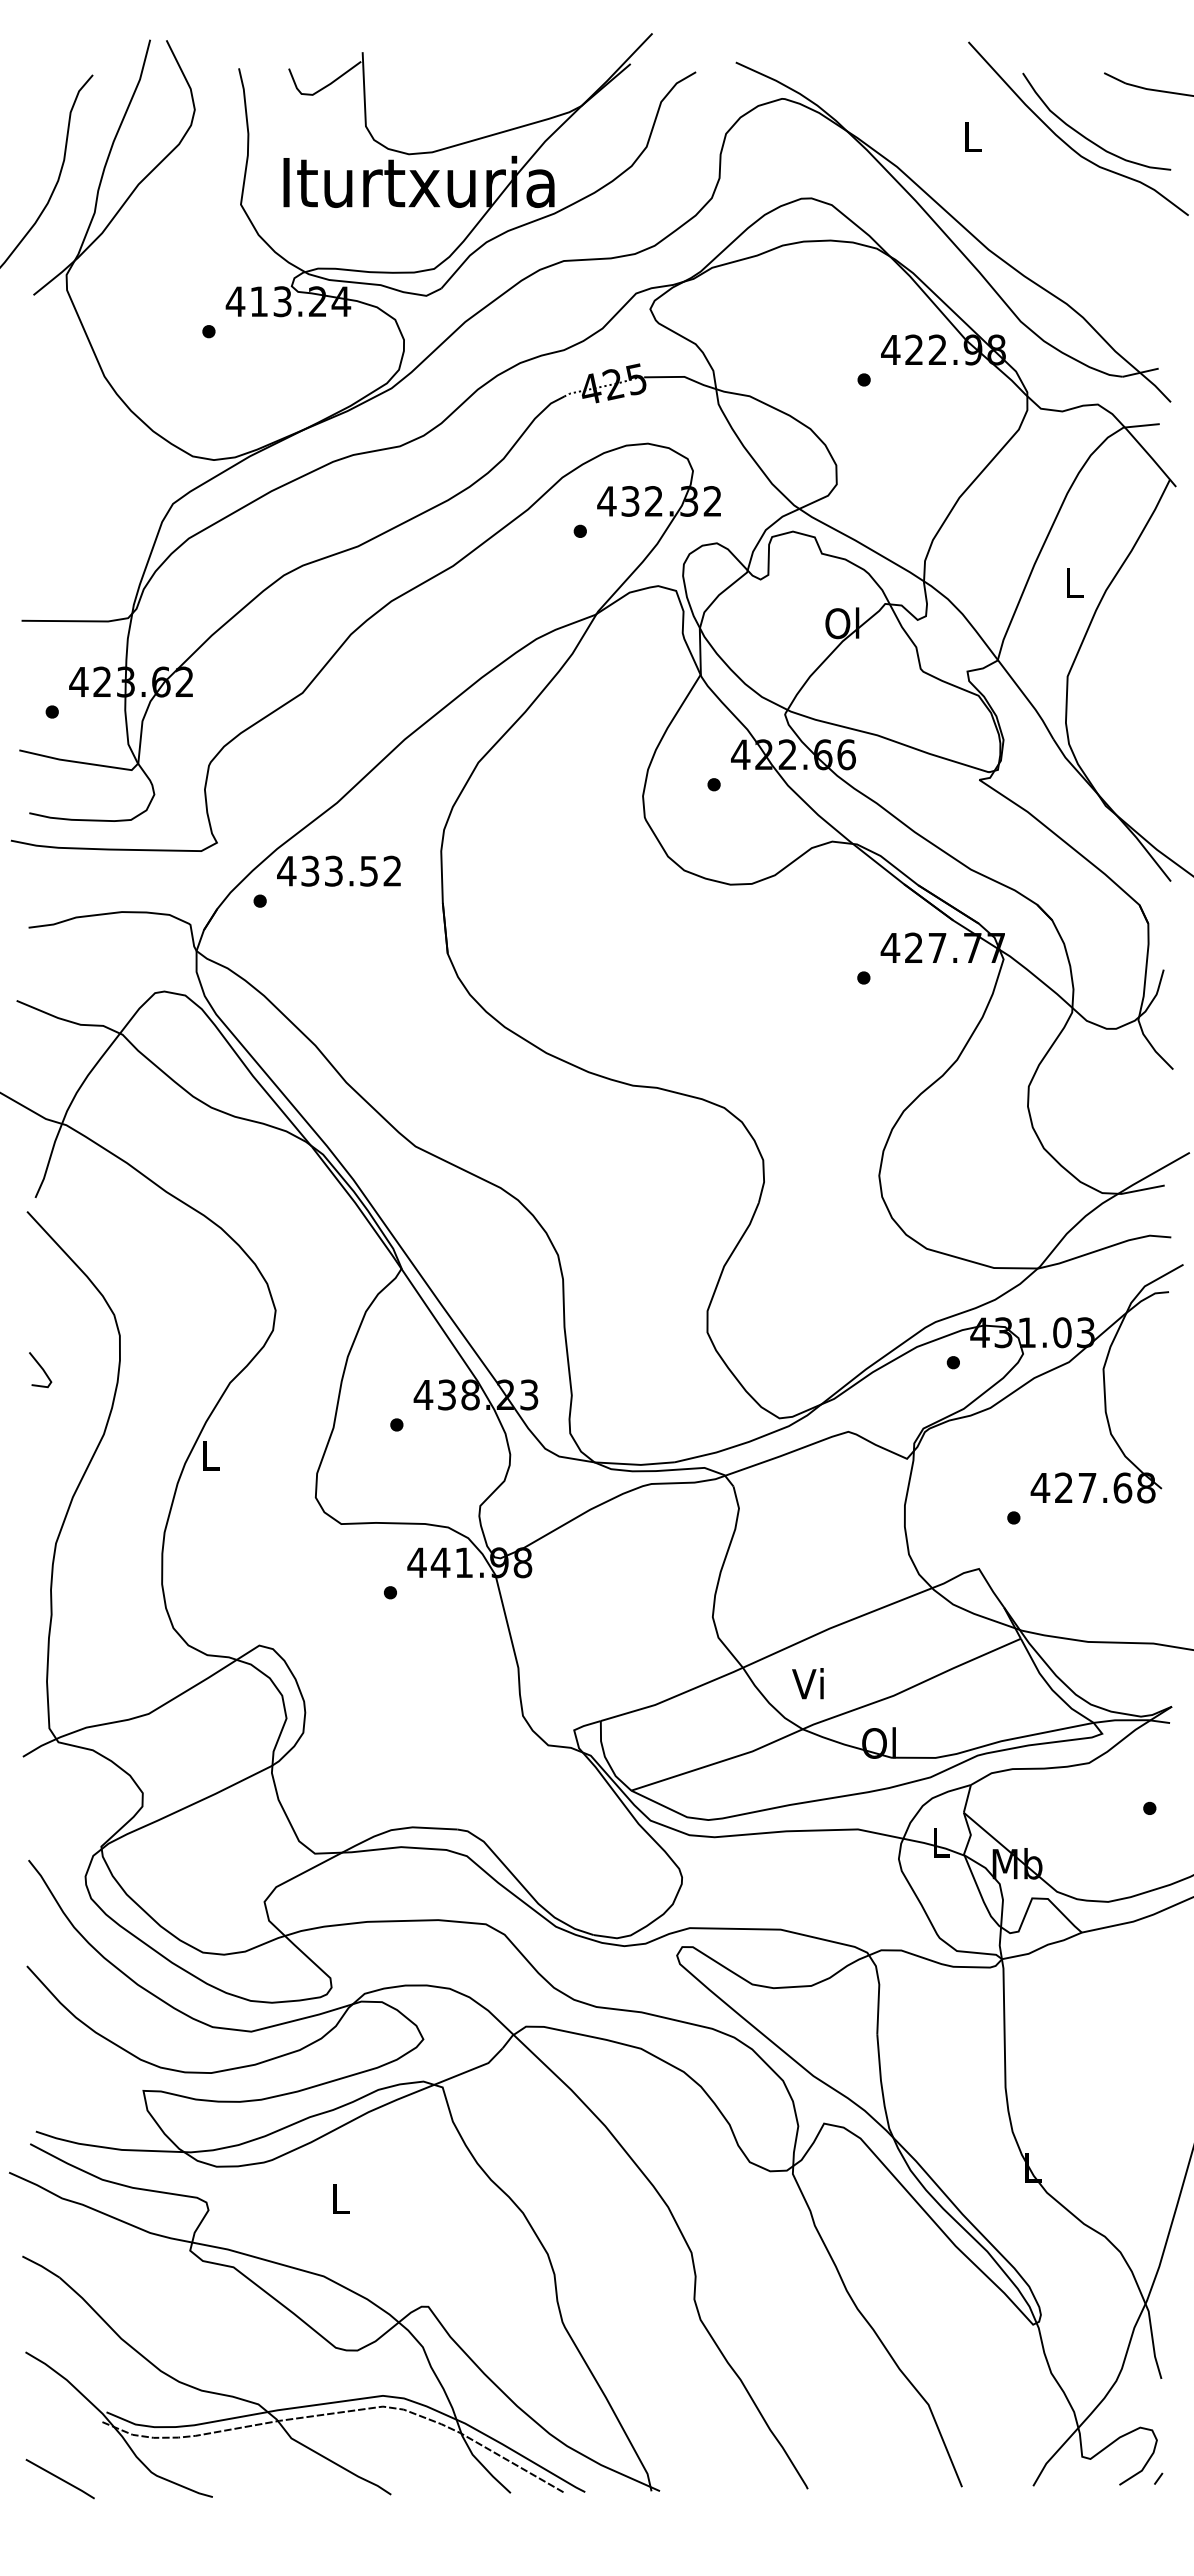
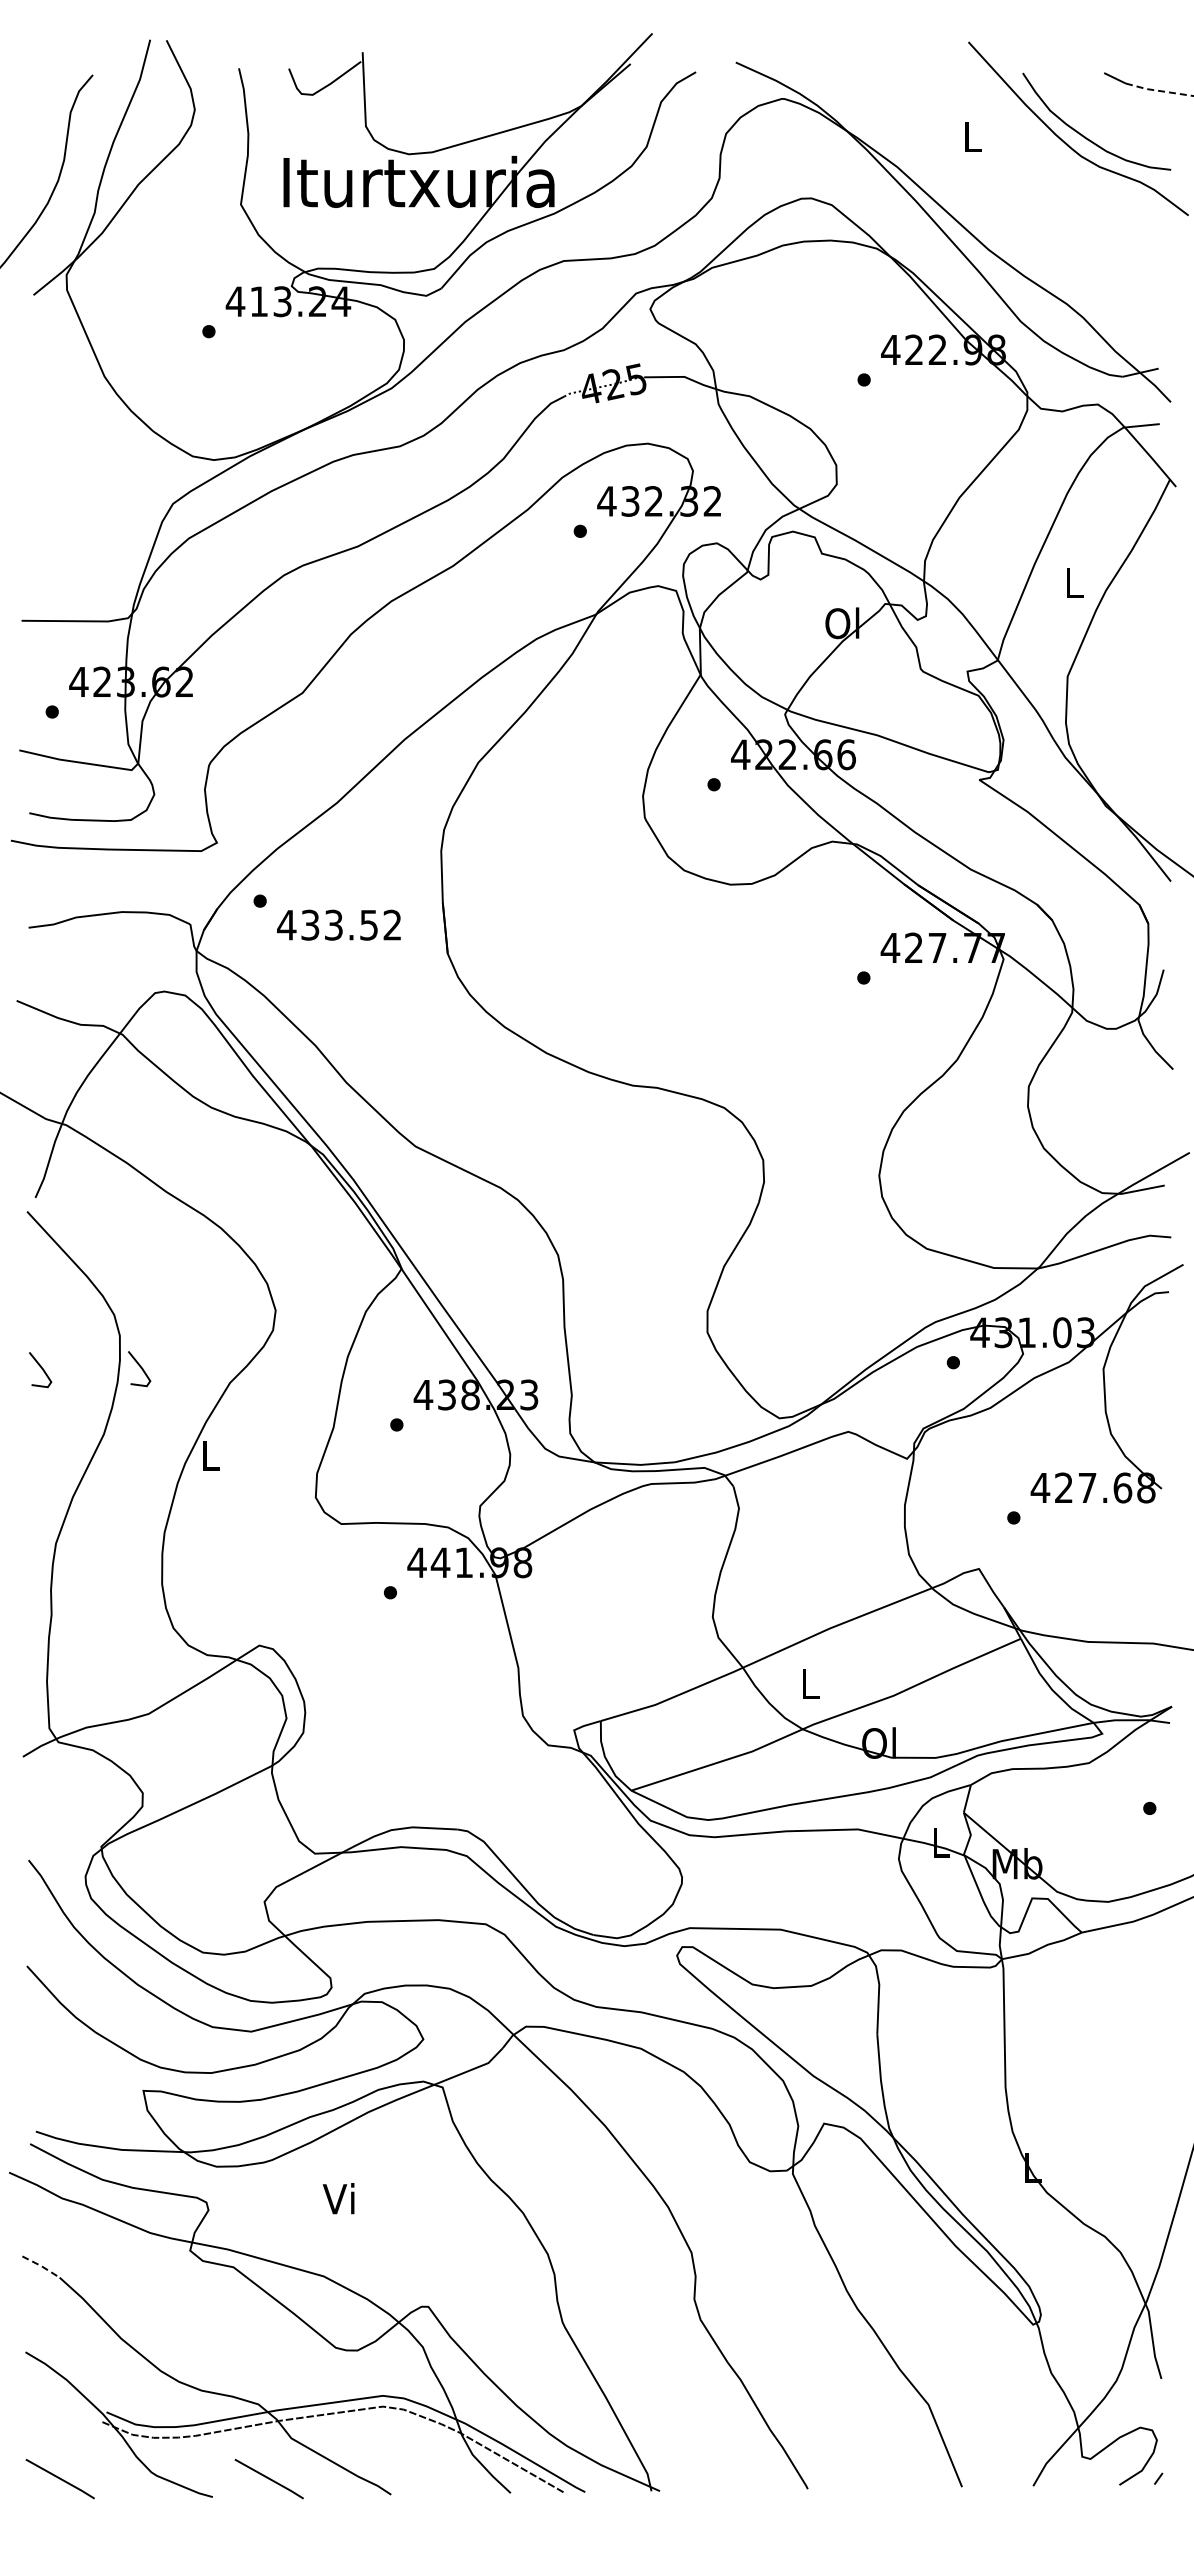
line at (1159, 90): solid -> dashed
text at (338, 870) position: (338, 870) -> (338, 924)
line at (140, 1368): none -> present
text at (807, 1683): Vi -> L
text at (338, 2198): L -> Vi
line at (41, 2266): solid -> dashed
line at (268, 2478): none -> present
